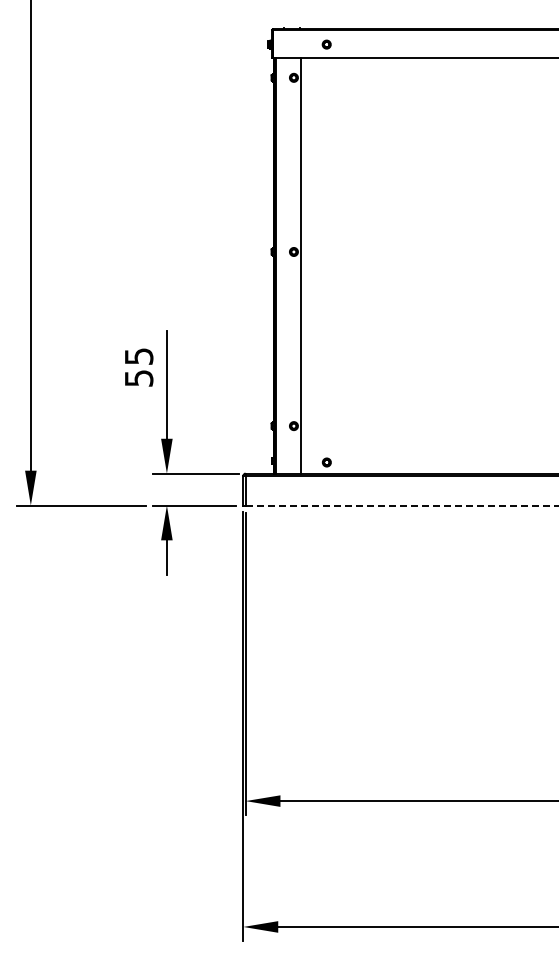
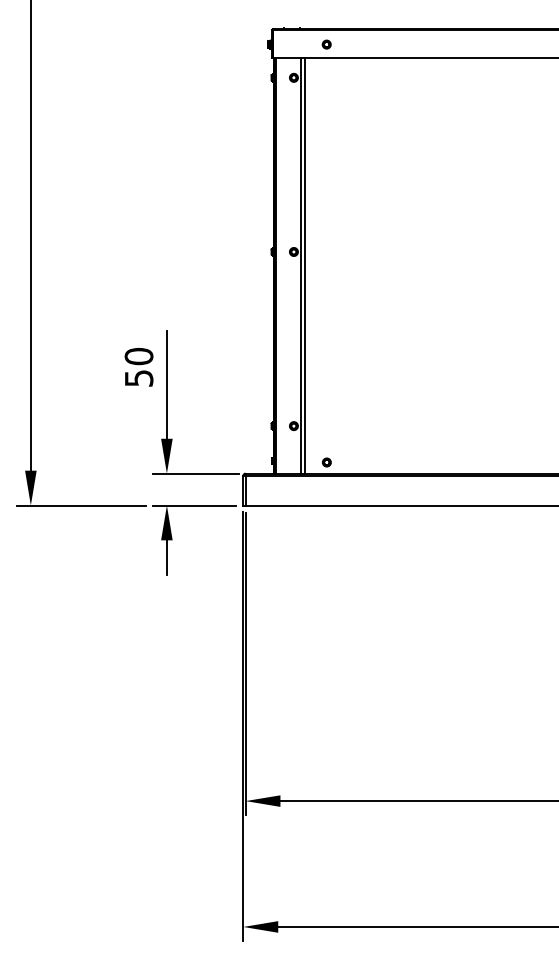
line at (304, 265): none -> present
text at (138, 356): 55 -> 50
line at (402, 505): dashed -> solid
